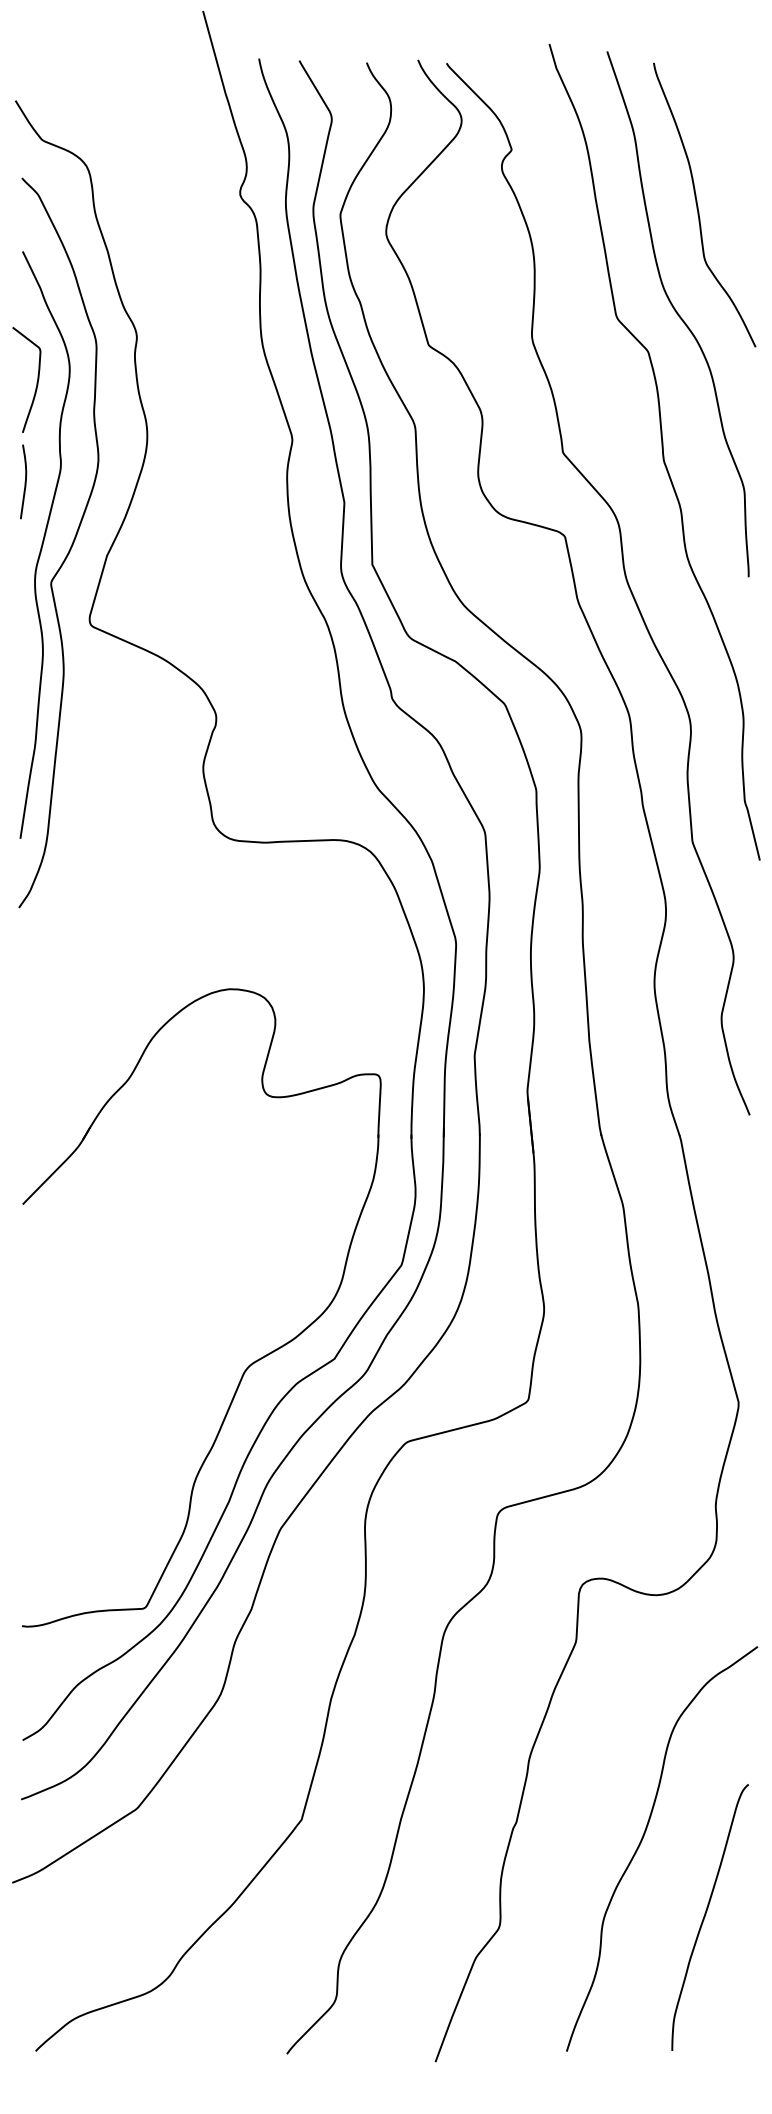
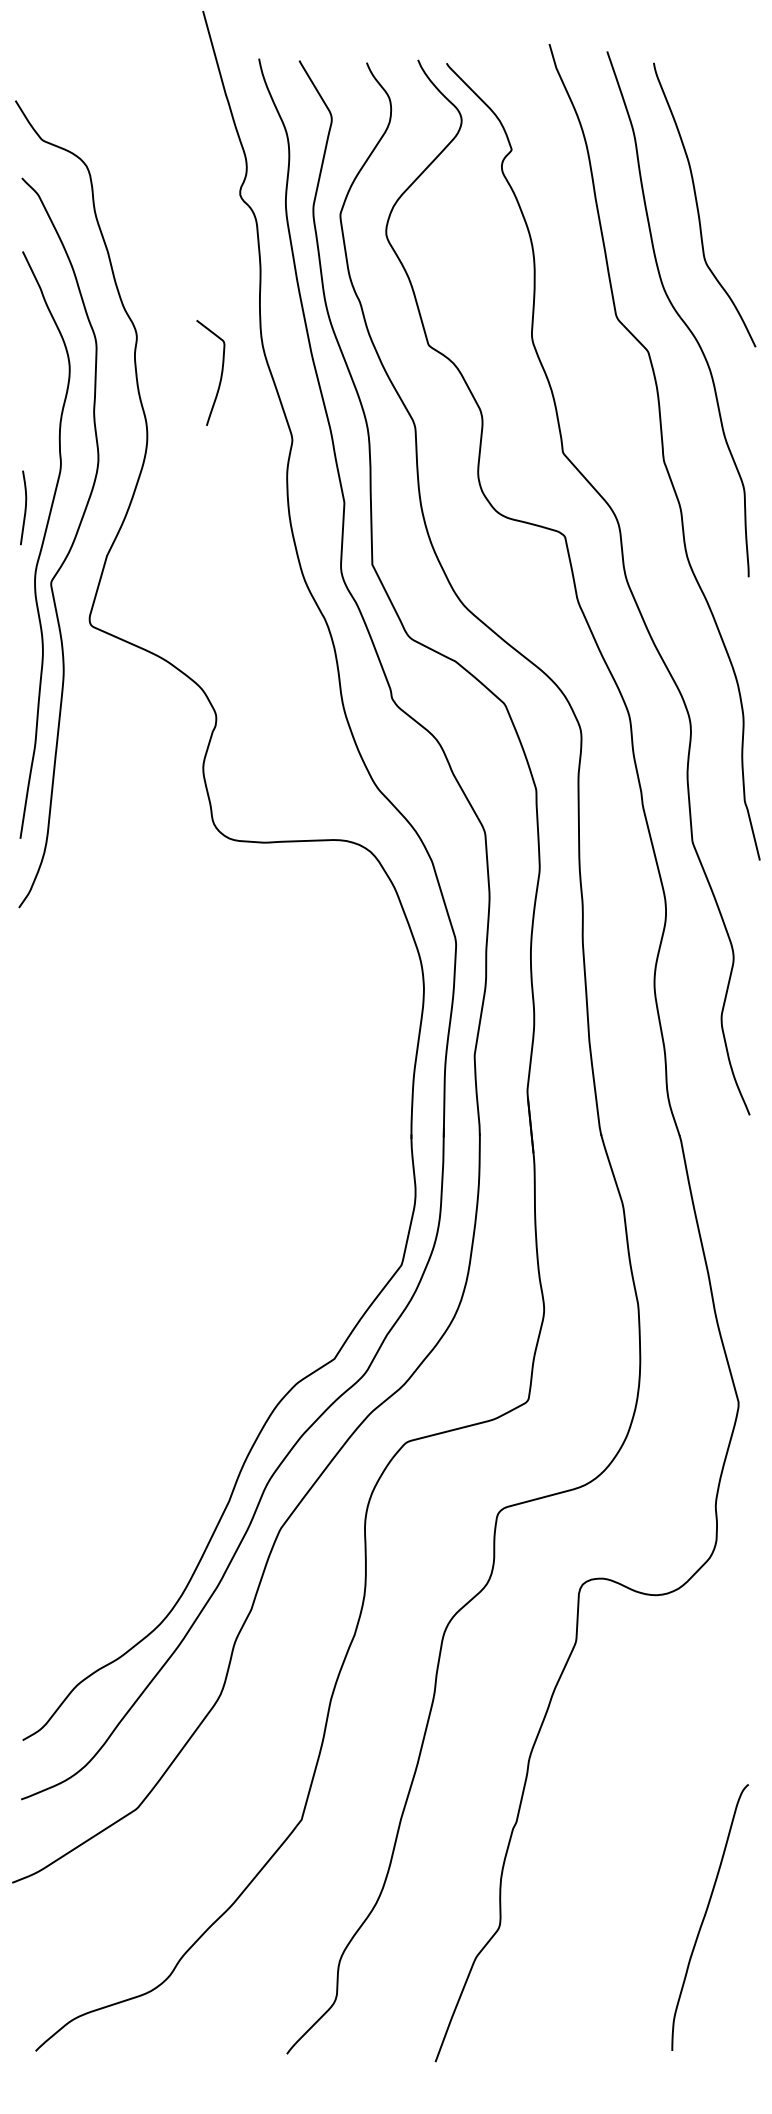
curve at (36, 382) position: (36, 382) -> (220, 375)
curve at (24, 481) position: (24, 481) -> (24, 507)
part at (249, 1364): present -> none
curve at (642, 1841): present -> none
